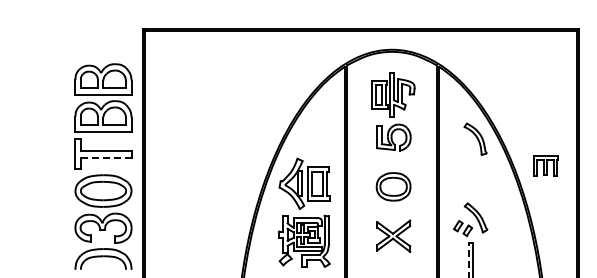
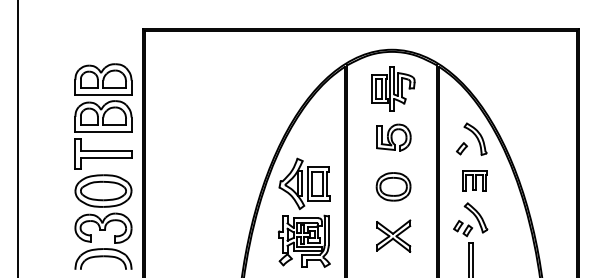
part at (393, 94) position: (393, 94) -> (393, 88)
line at (17, 138): none -> present
part at (461, 148): none -> present
line at (105, 157): dashed -> solid
part at (545, 165) position: (545, 165) -> (474, 180)
line at (468, 260): dashed -> solid
